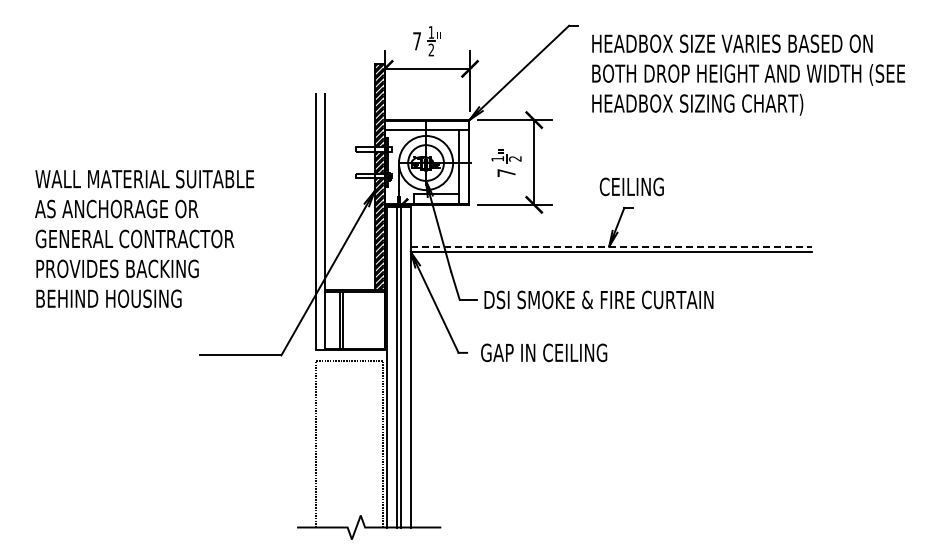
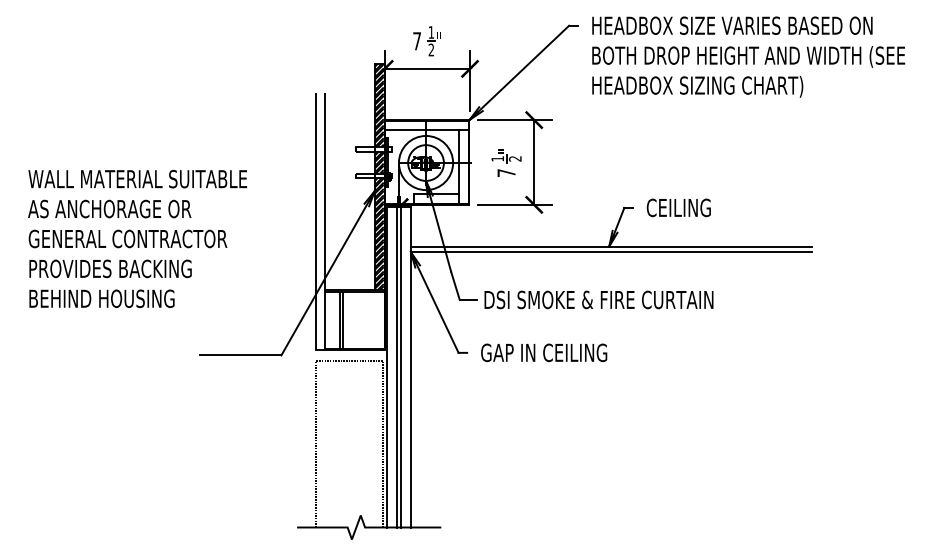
text at (748, 74) position: (748, 74) -> (748, 56)
text at (631, 186) position: (631, 186) -> (678, 207)
text at (144, 238) position: (144, 238) -> (137, 238)
line at (611, 246): dashed -> solid
